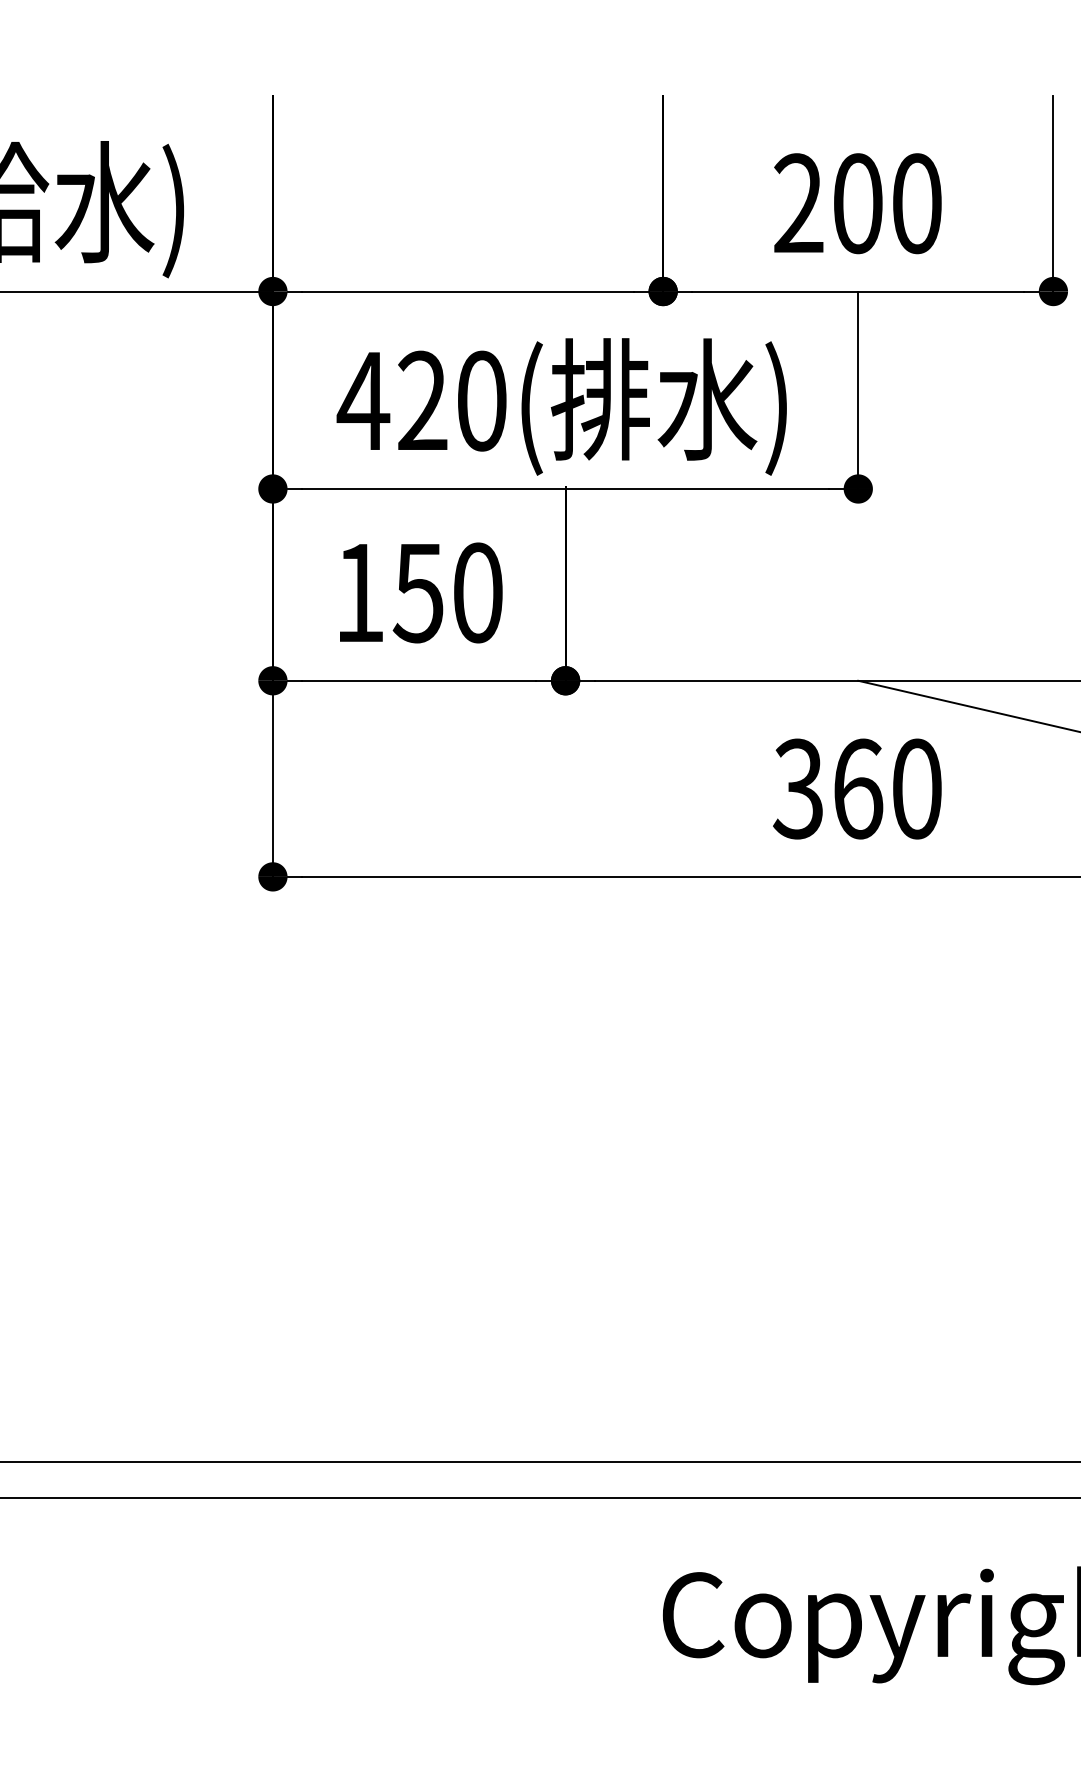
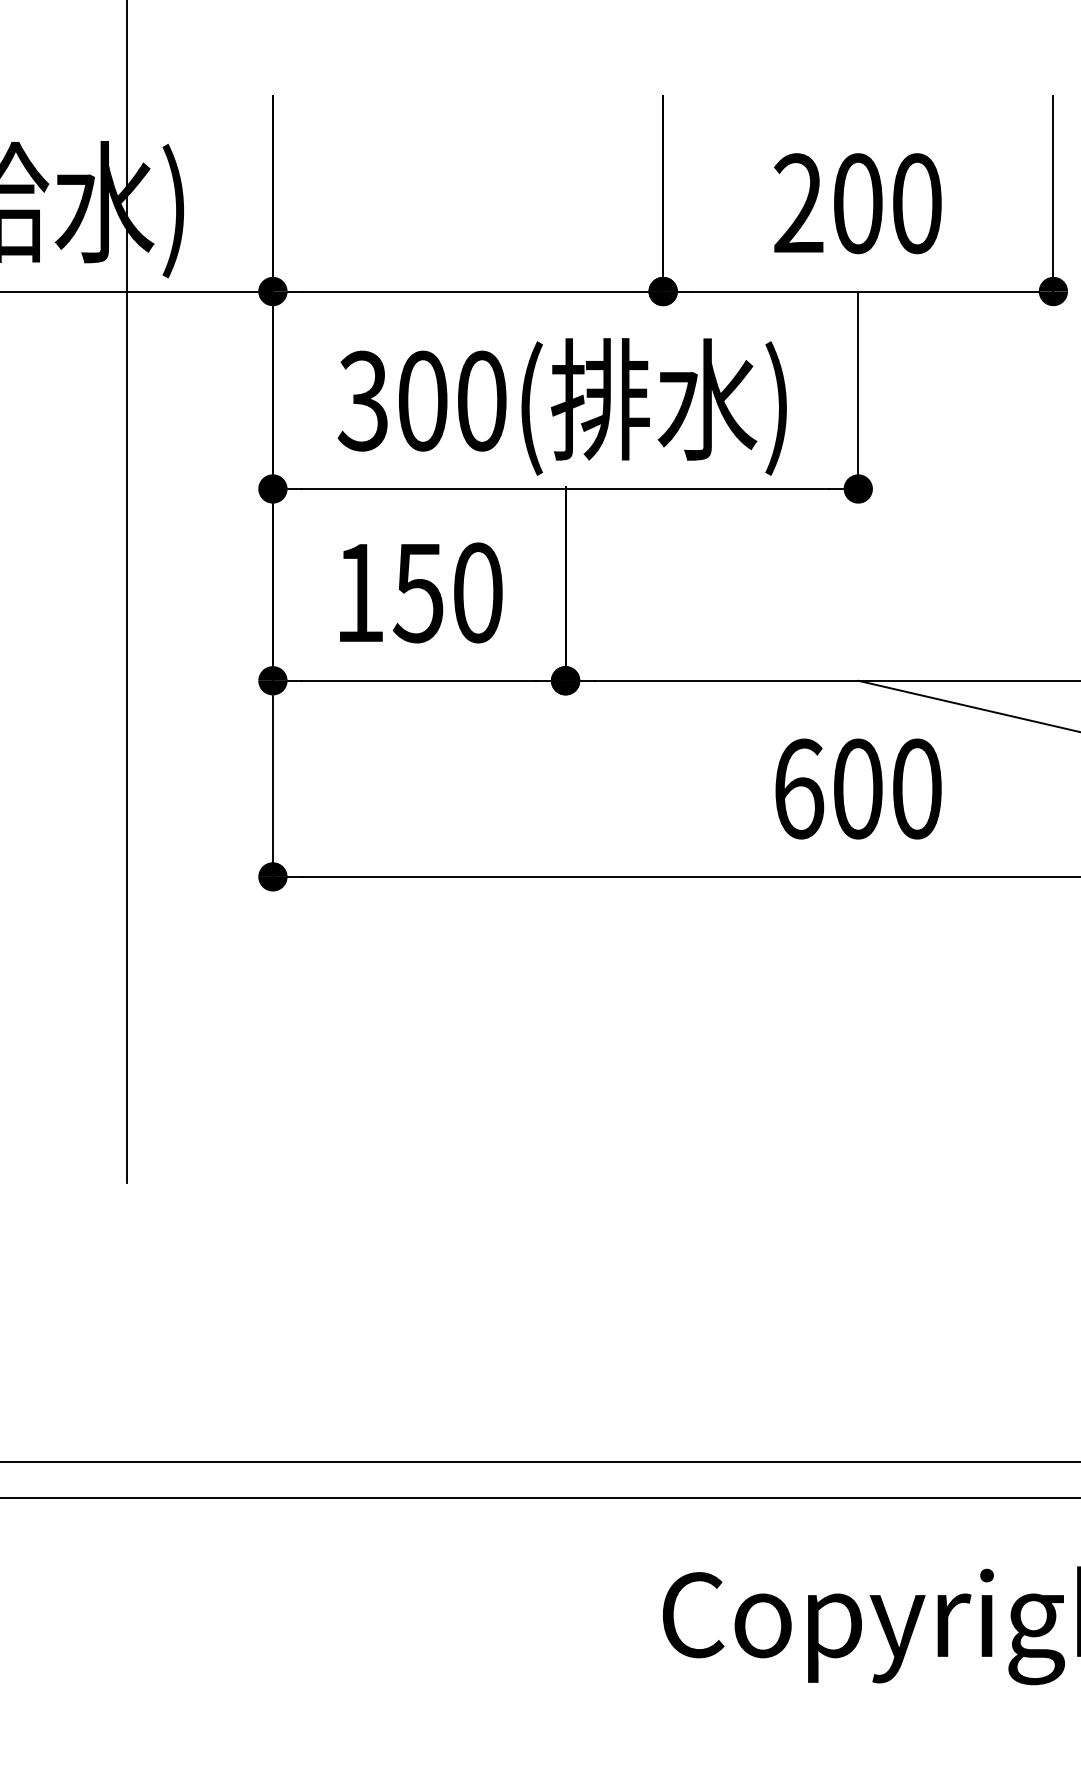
text at (391, 400): 420( -> 300(
line at (126, 592): none -> present
text at (828, 788): 360 -> 600
